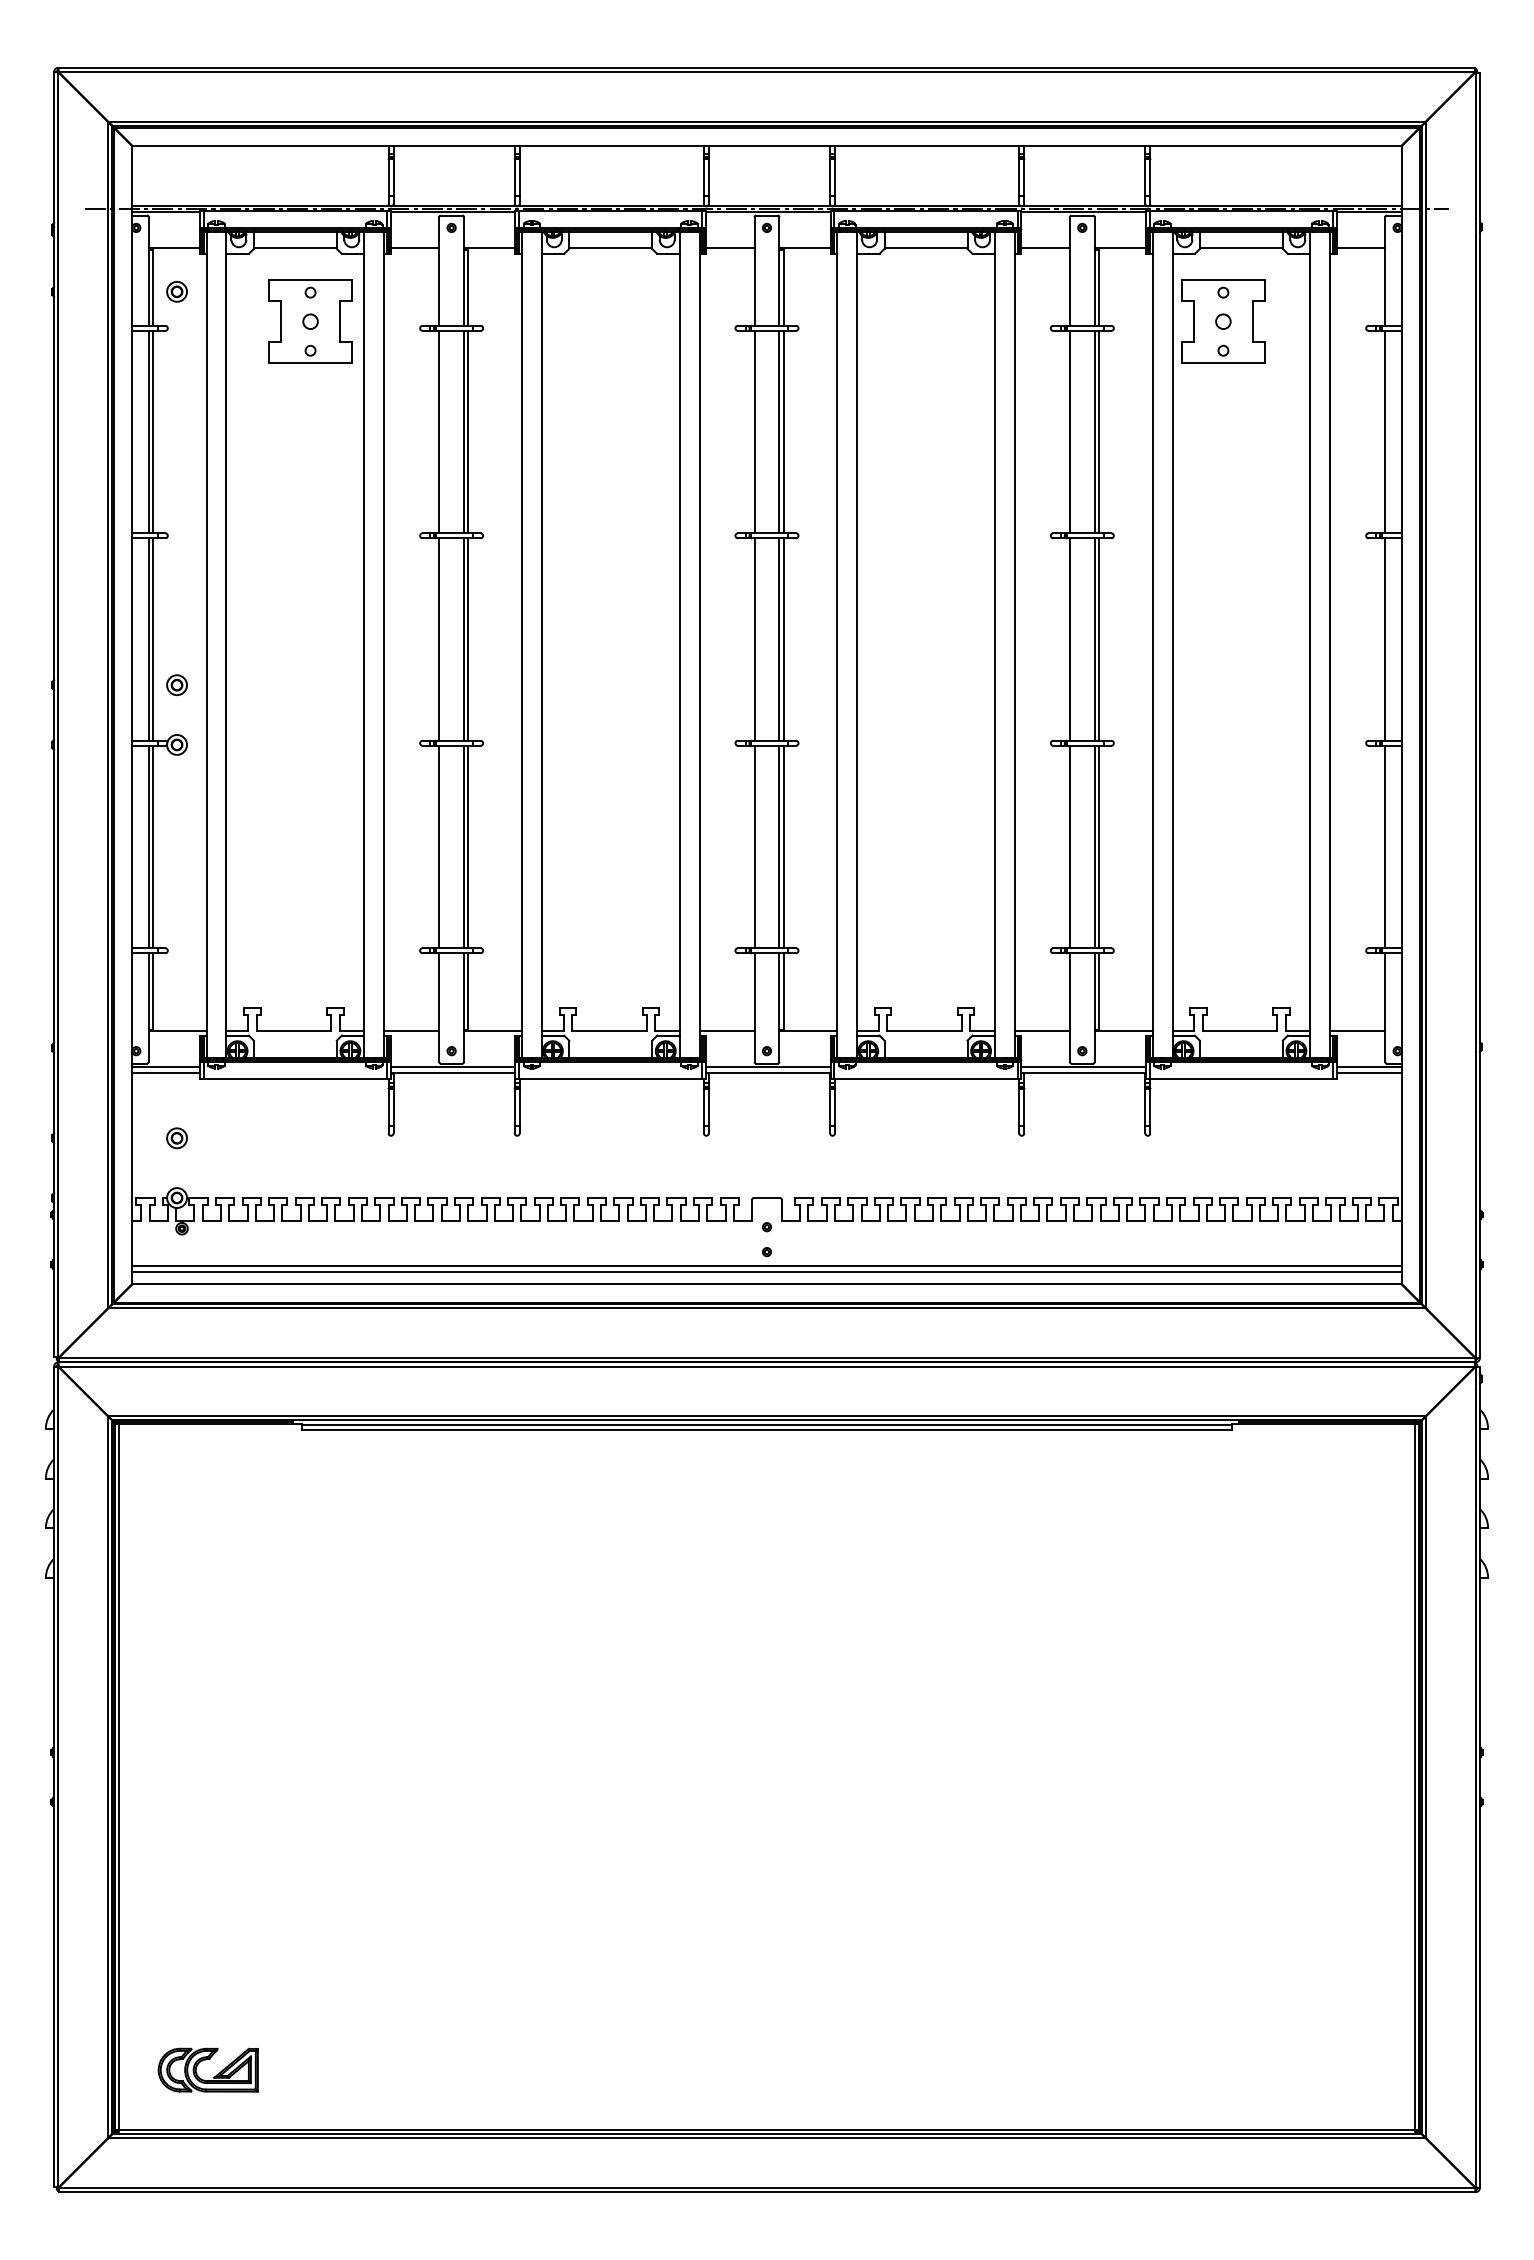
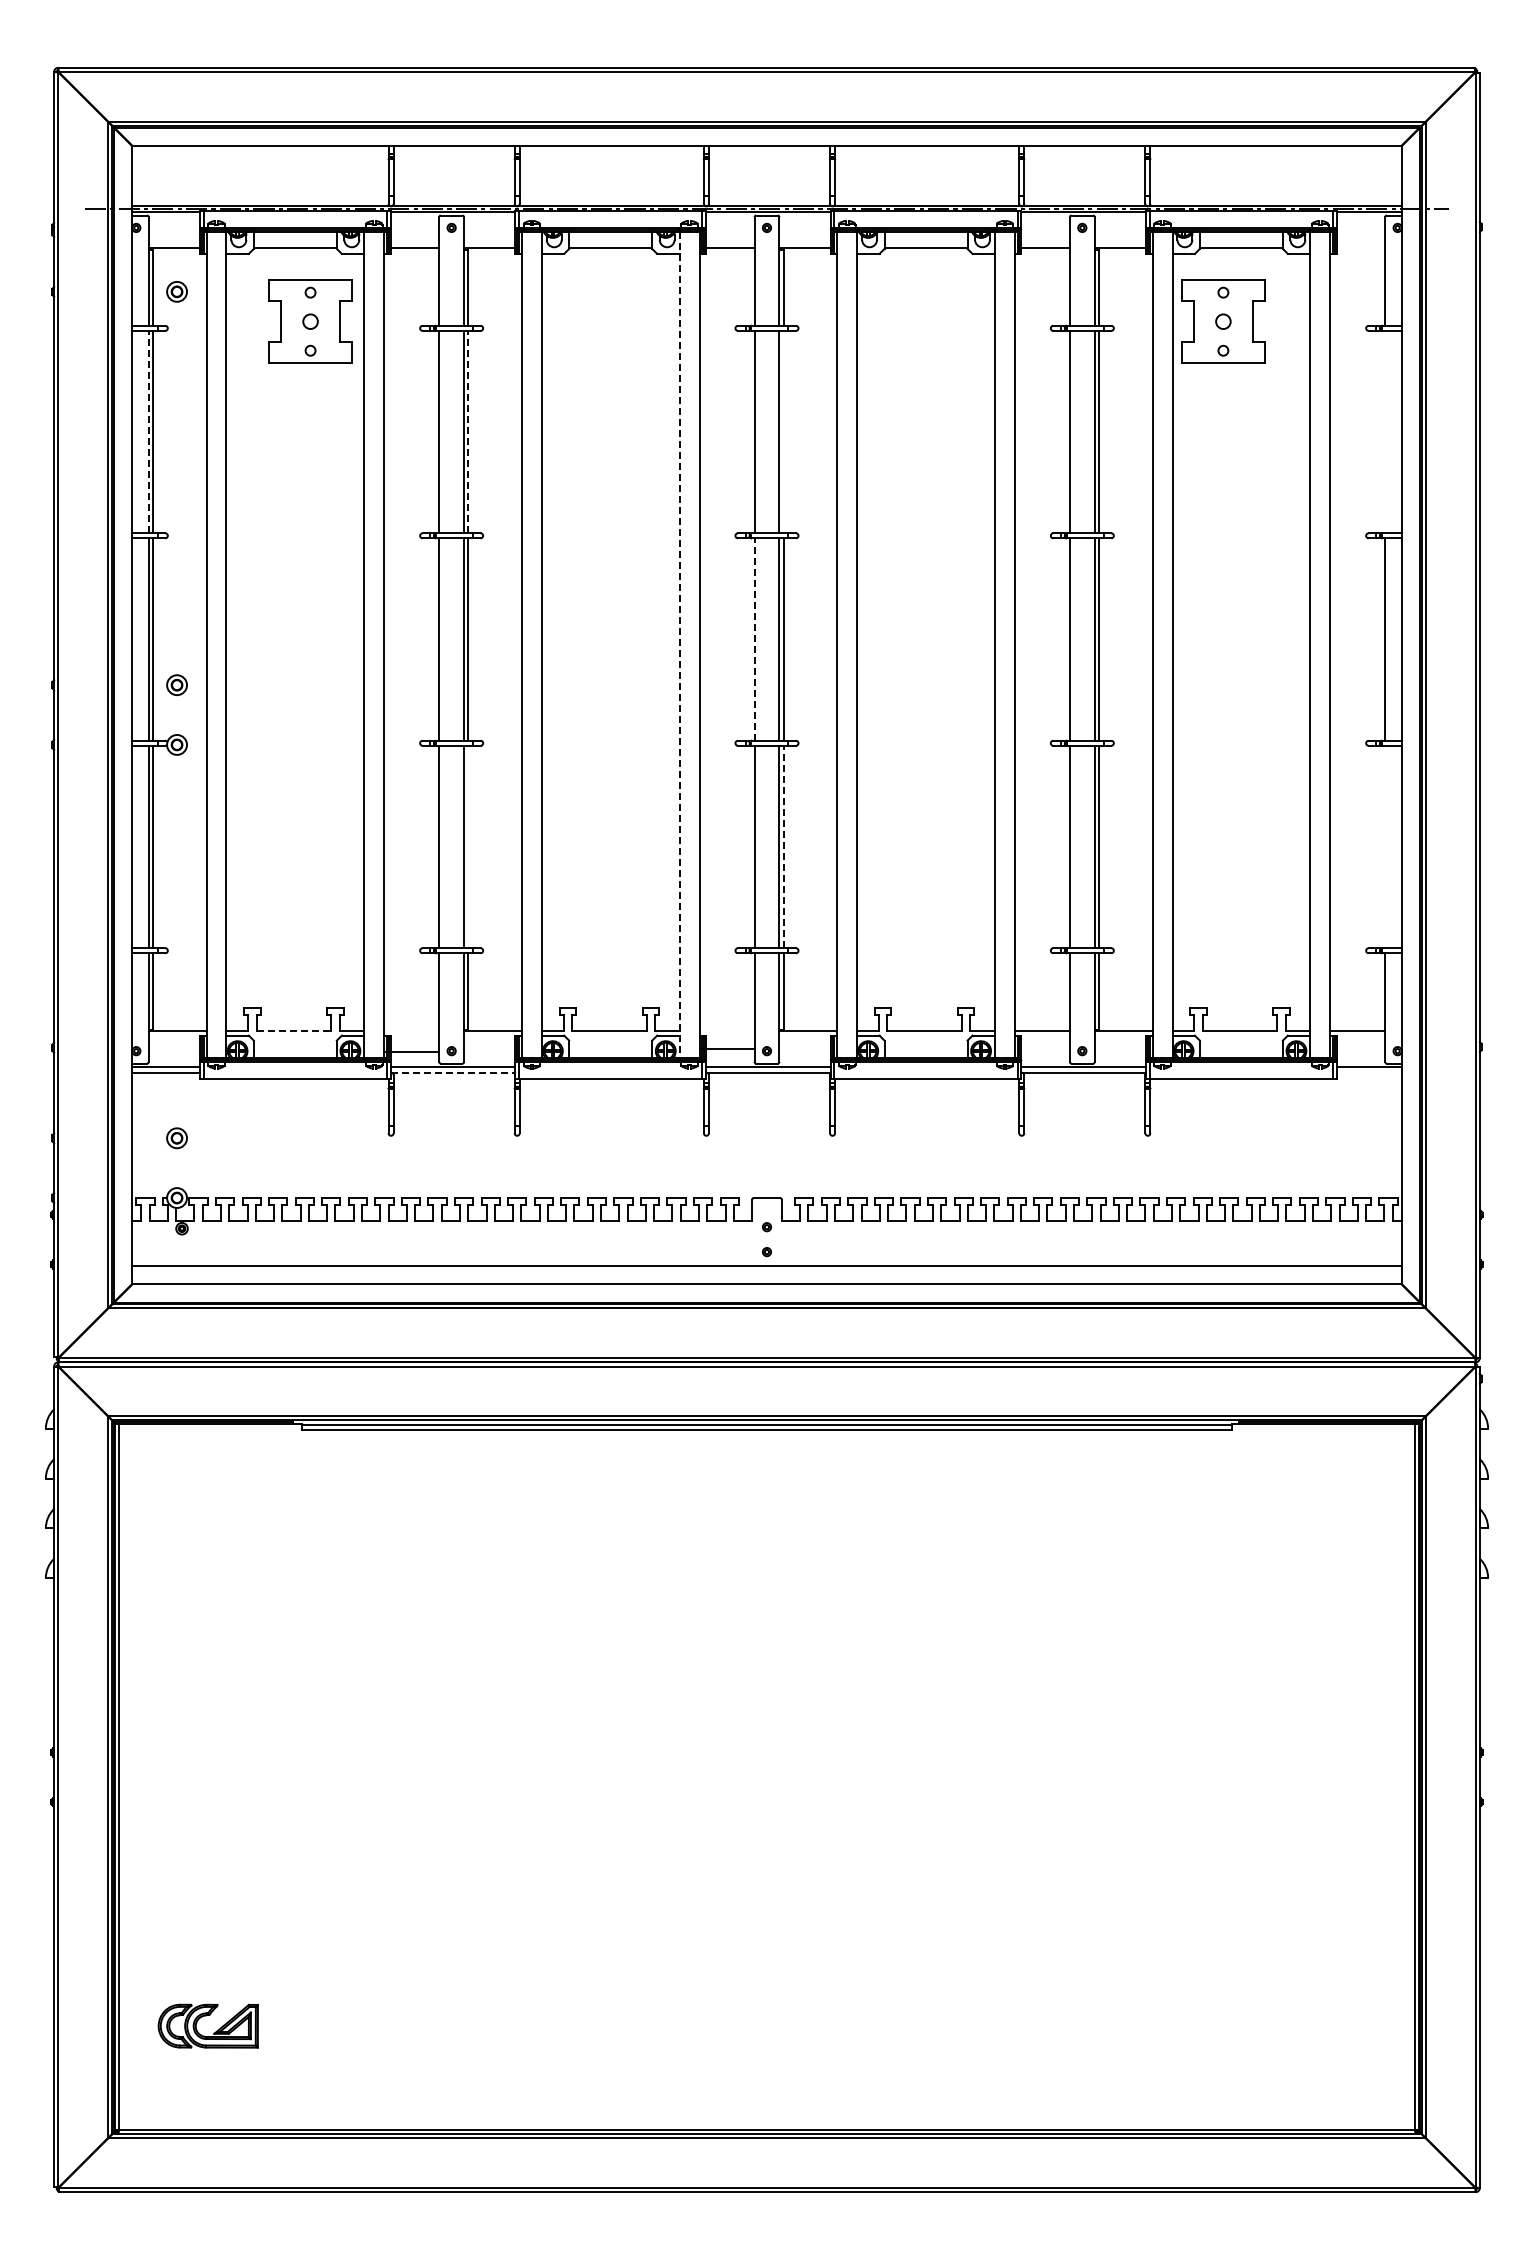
line at (1360, 247): present -> none
line at (148, 431): solid -> dashed
line at (468, 431): solid -> dashed
line at (783, 431): present -> none
line at (1385, 431): present -> none
line at (754, 639): solid -> dashed
line at (679, 645): solid -> dashed
line at (468, 846): present -> none
line at (783, 846): solid -> dashed
line at (1385, 846): present -> none
line at (294, 1031): solid -> dashed
line at (411, 1031) position: (411, 1031) -> (411, 1052)
line at (726, 1031) position: (726, 1031) -> (726, 1049)
line at (453, 1072): solid -> dashed
line at (1368, 1072): present -> none
line at (766, 1271): present -> none
part at (206, 2060) position: (206, 2060) -> (206, 2016)
